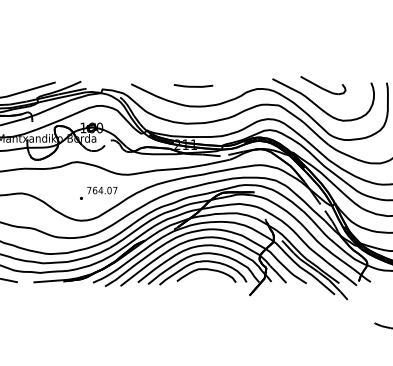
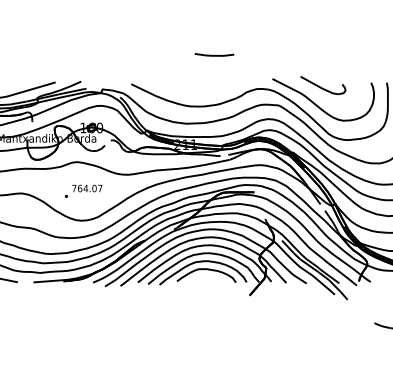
line at (193, 85) position: (193, 85) -> (214, 54)
text at (98, 192) position: (98, 192) -> (83, 190)
